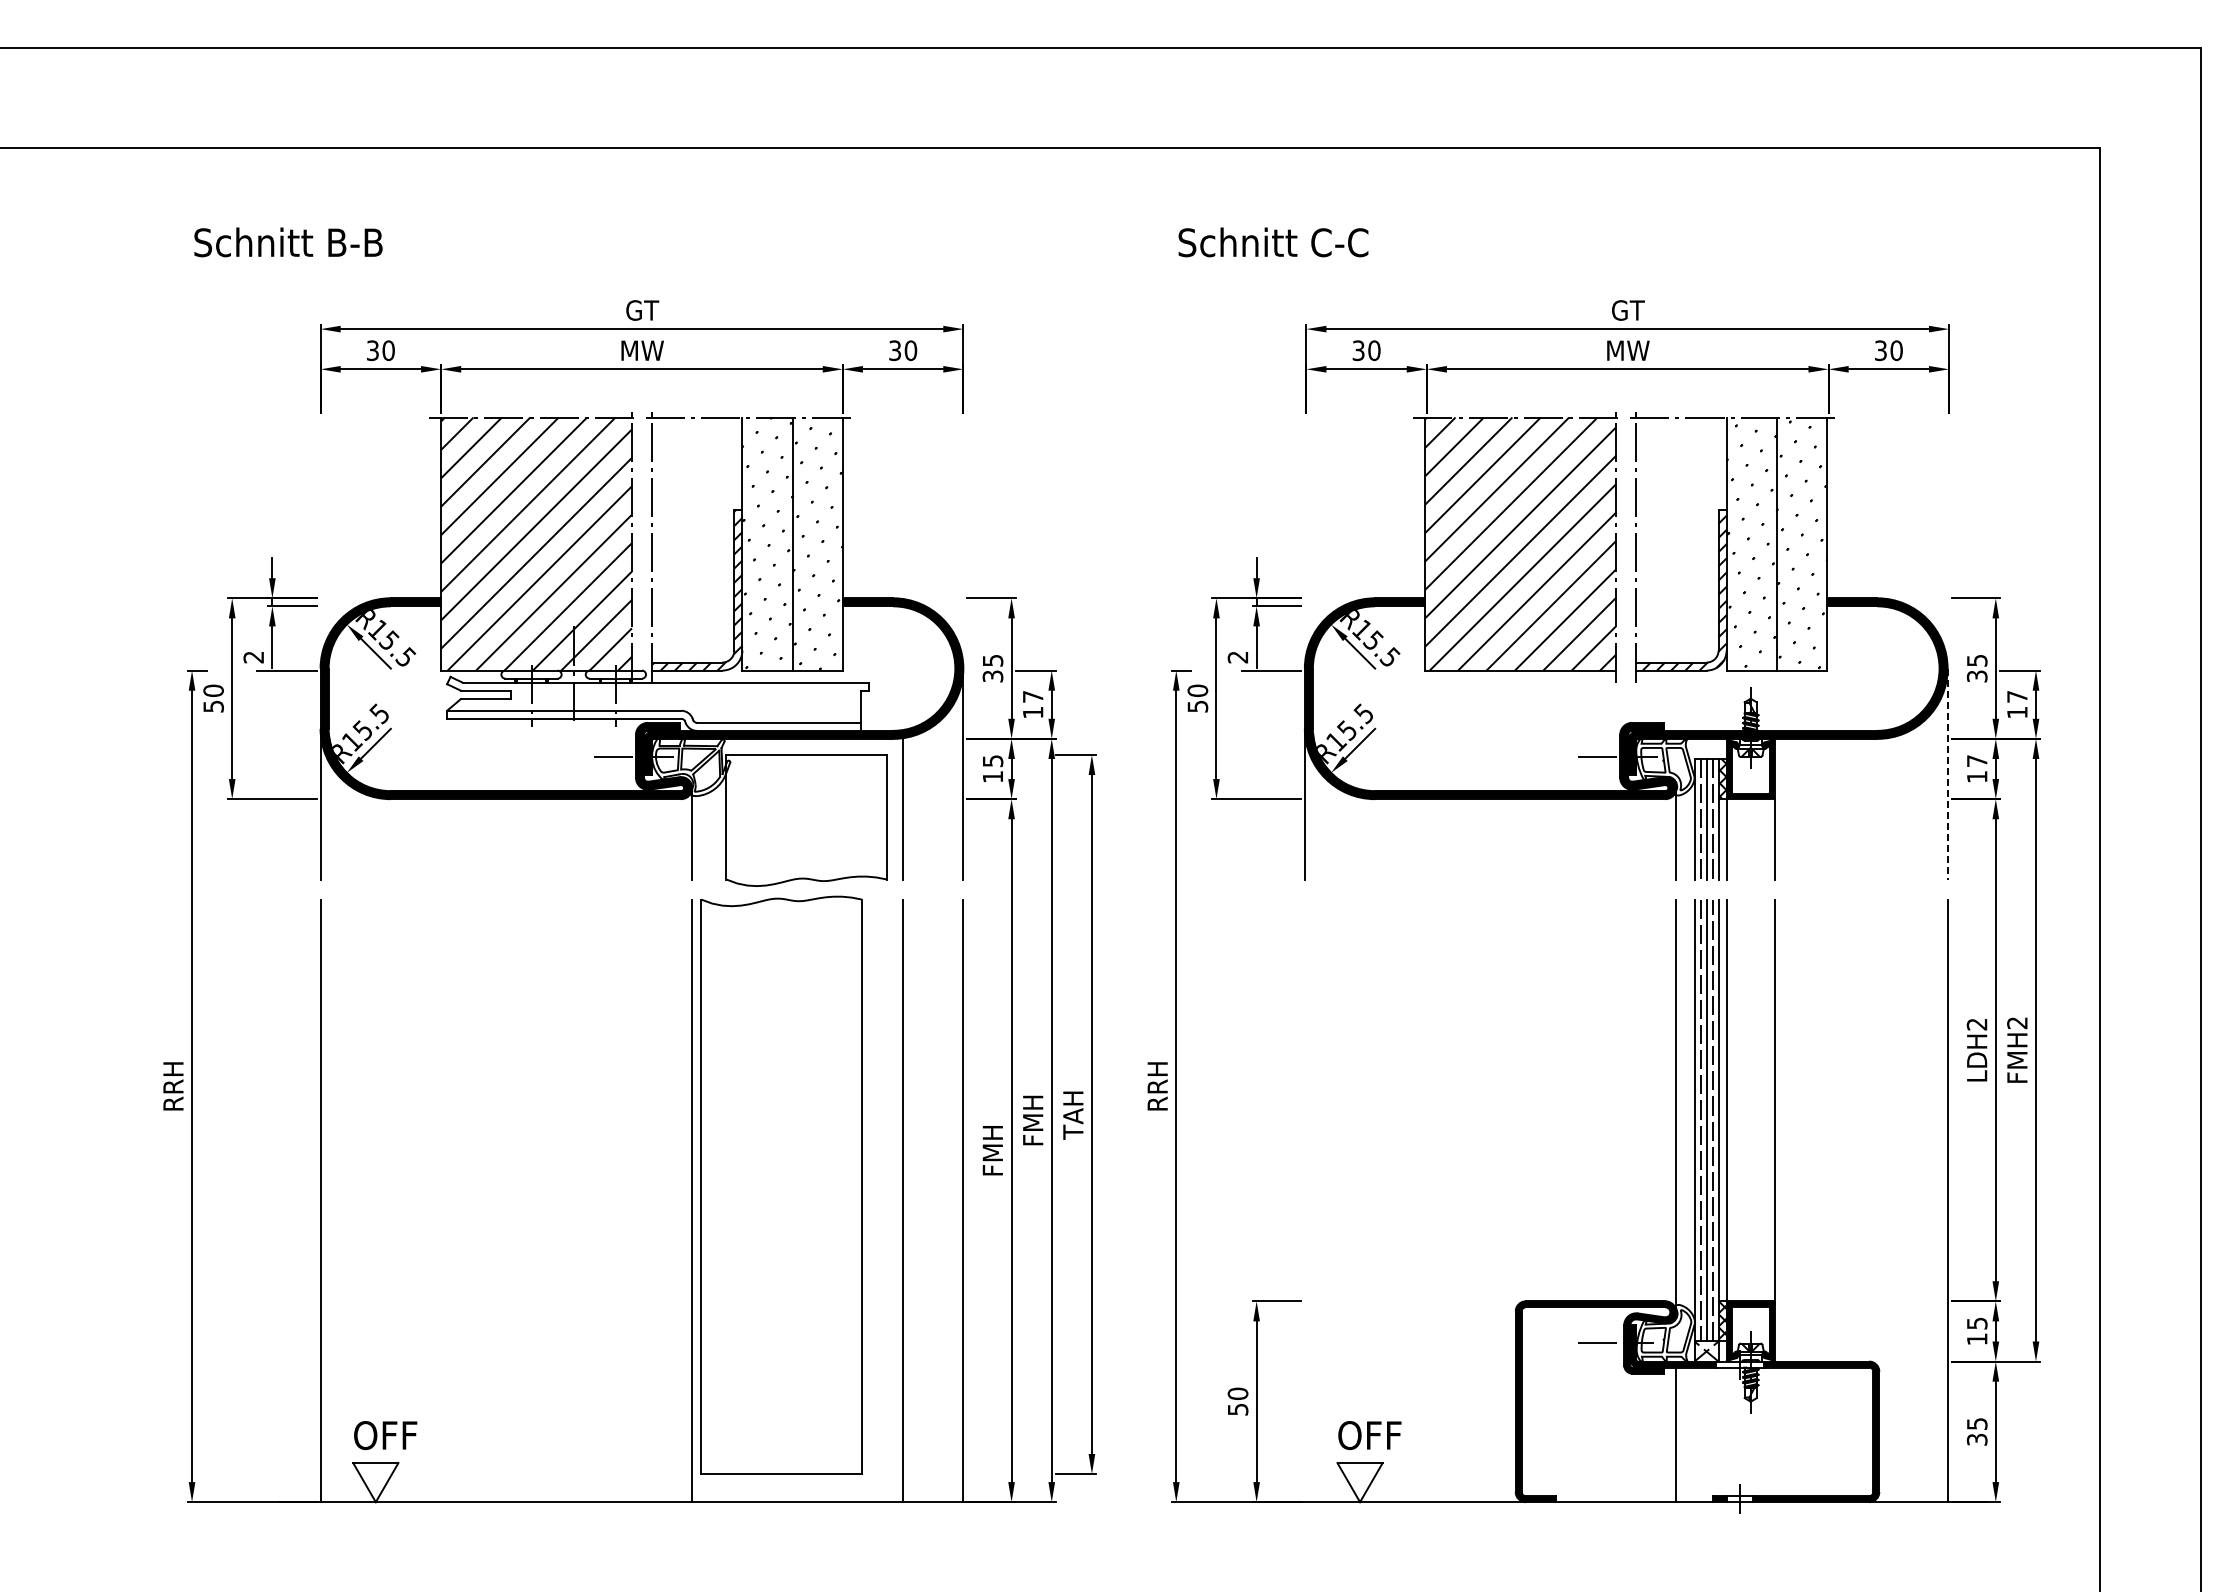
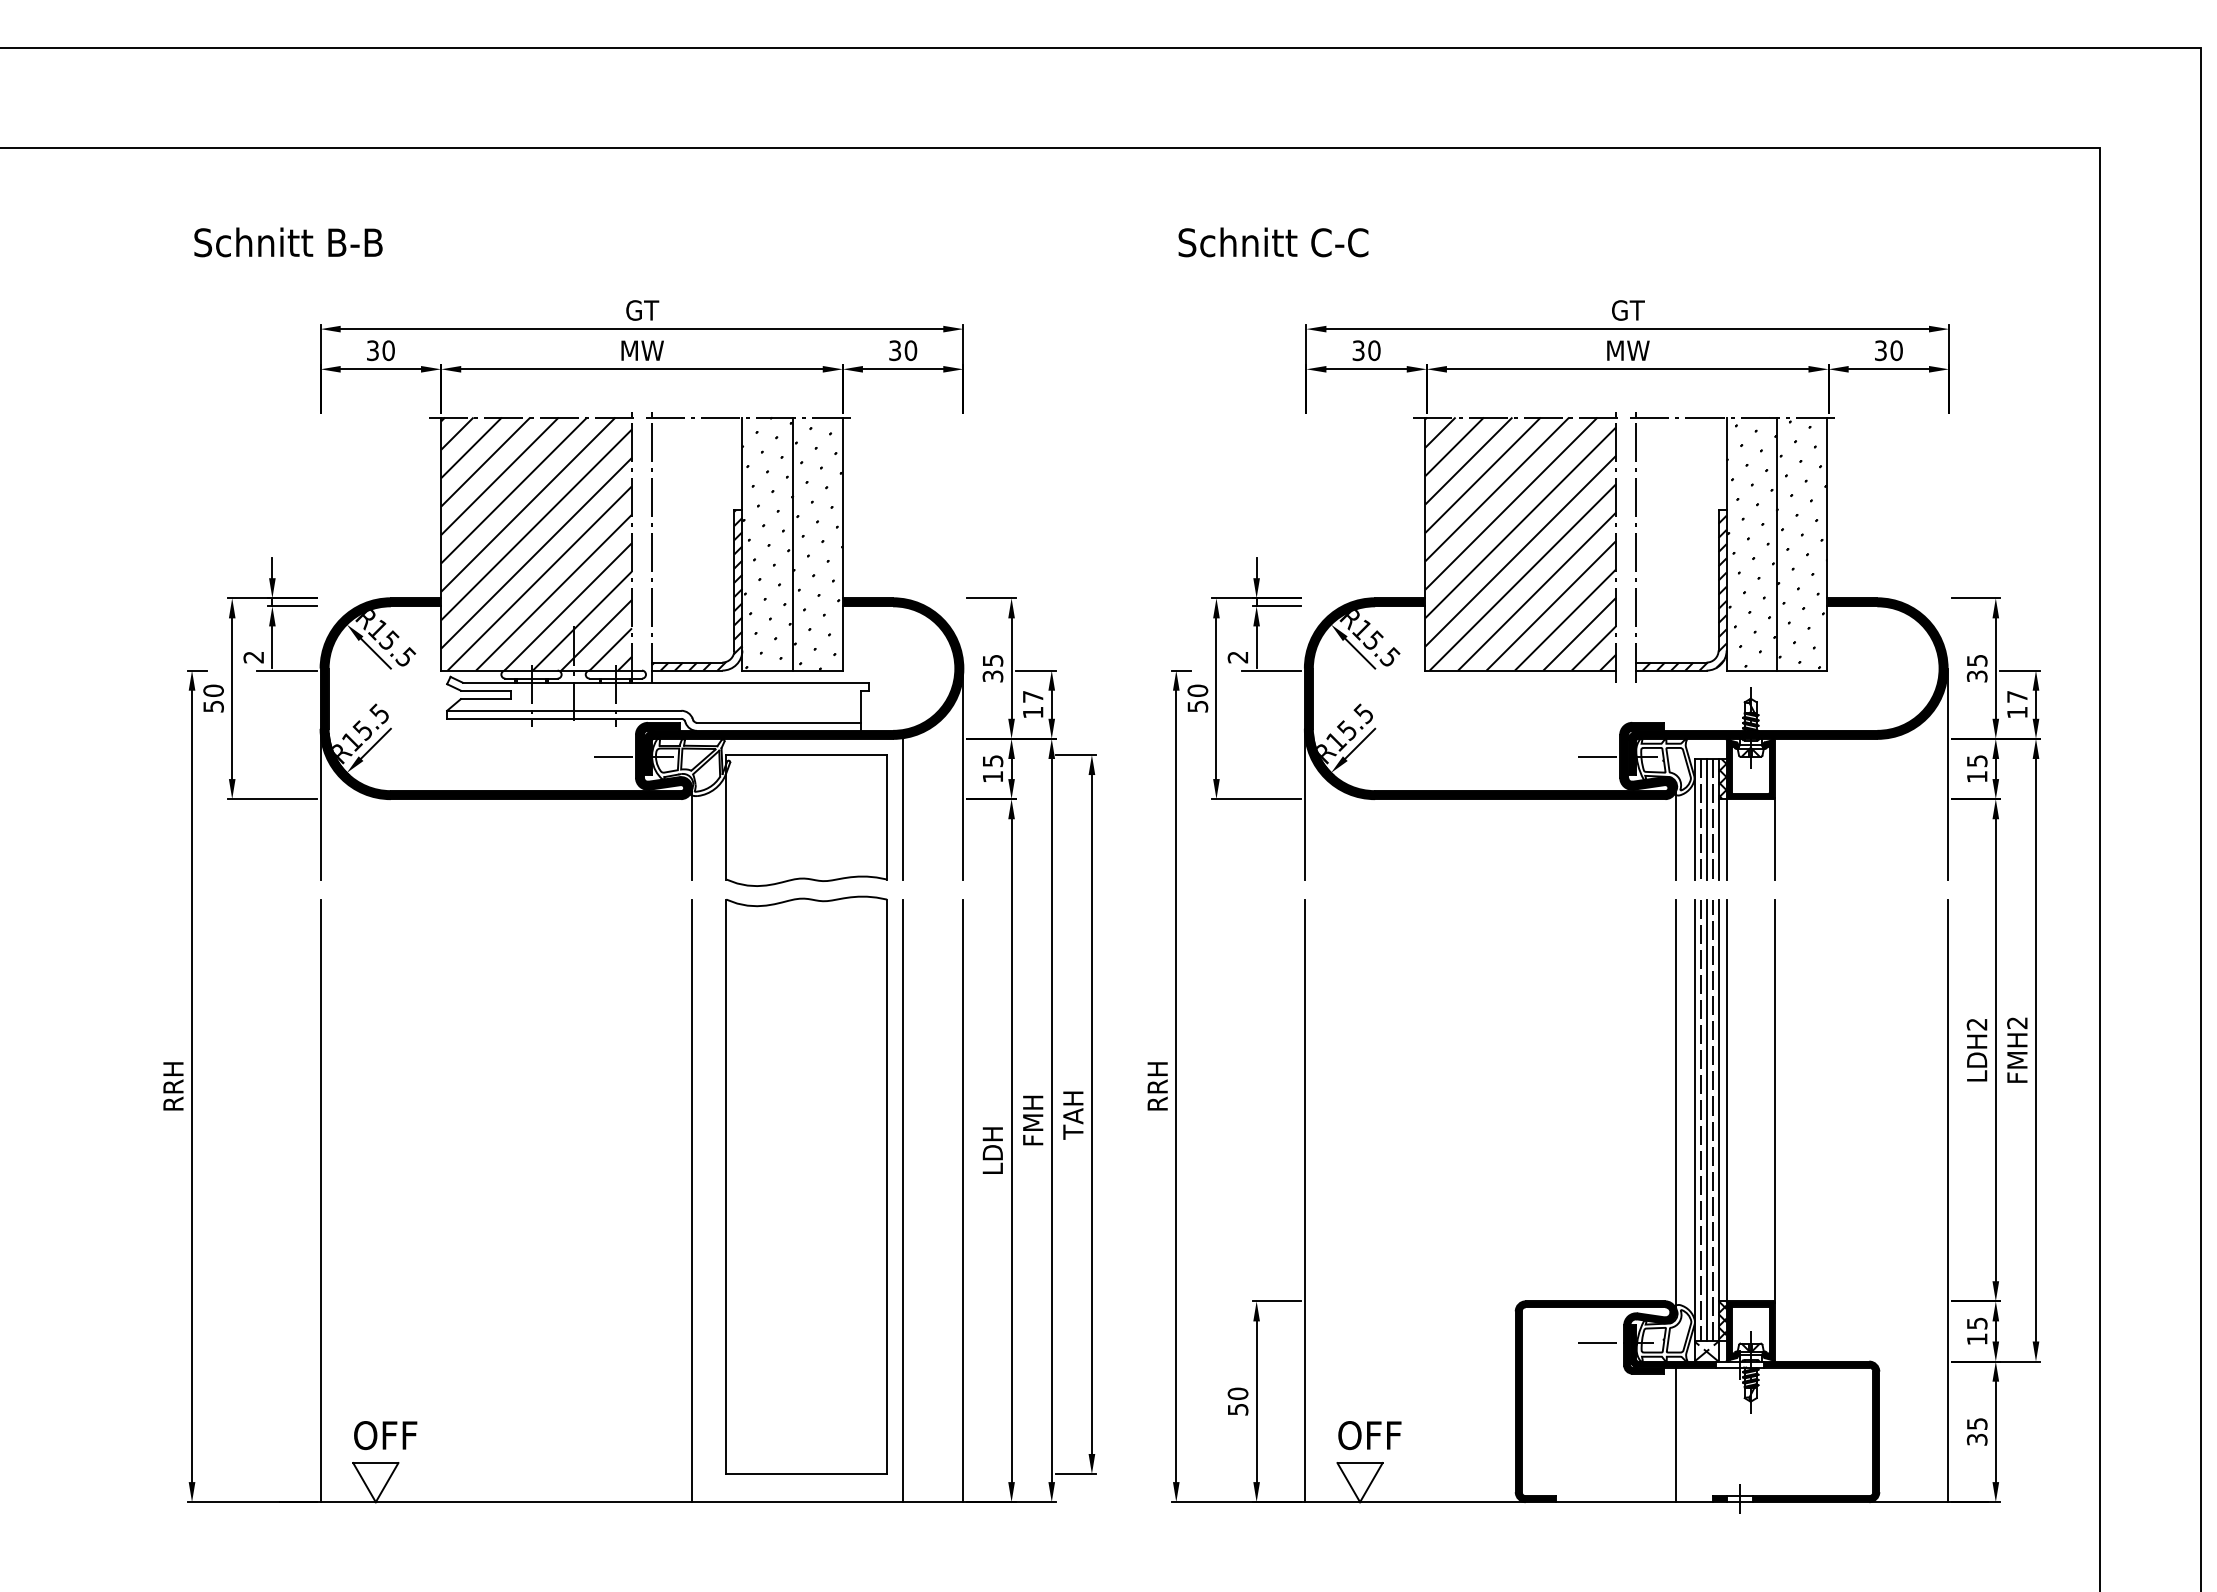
text at (1977, 761): 17 -> 15
line at (1947, 774): dashed -> solid
text at (992, 1150): FMH -> LDH
part at (781, 1184) position: (781, 1184) -> (806, 1184)
line at (1304, 1200): none -> present
